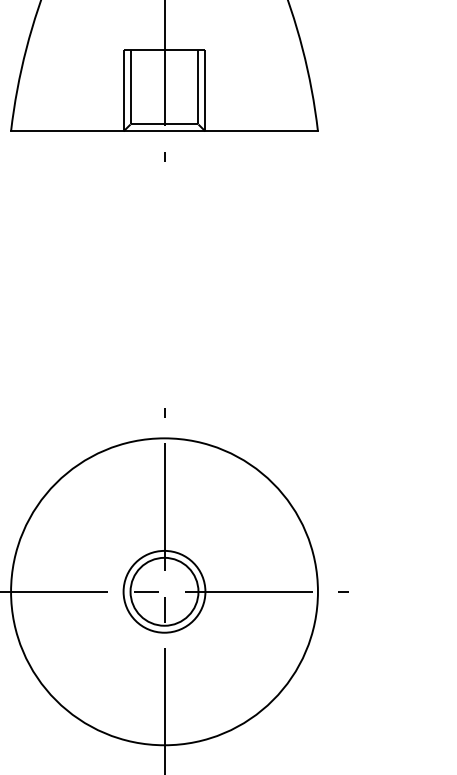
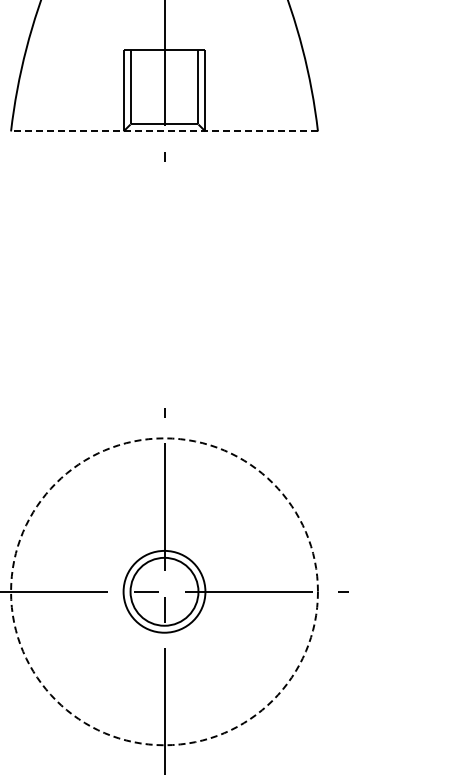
line at (164, 131): solid -> dashed
circle at (164, 591): solid -> dashed
